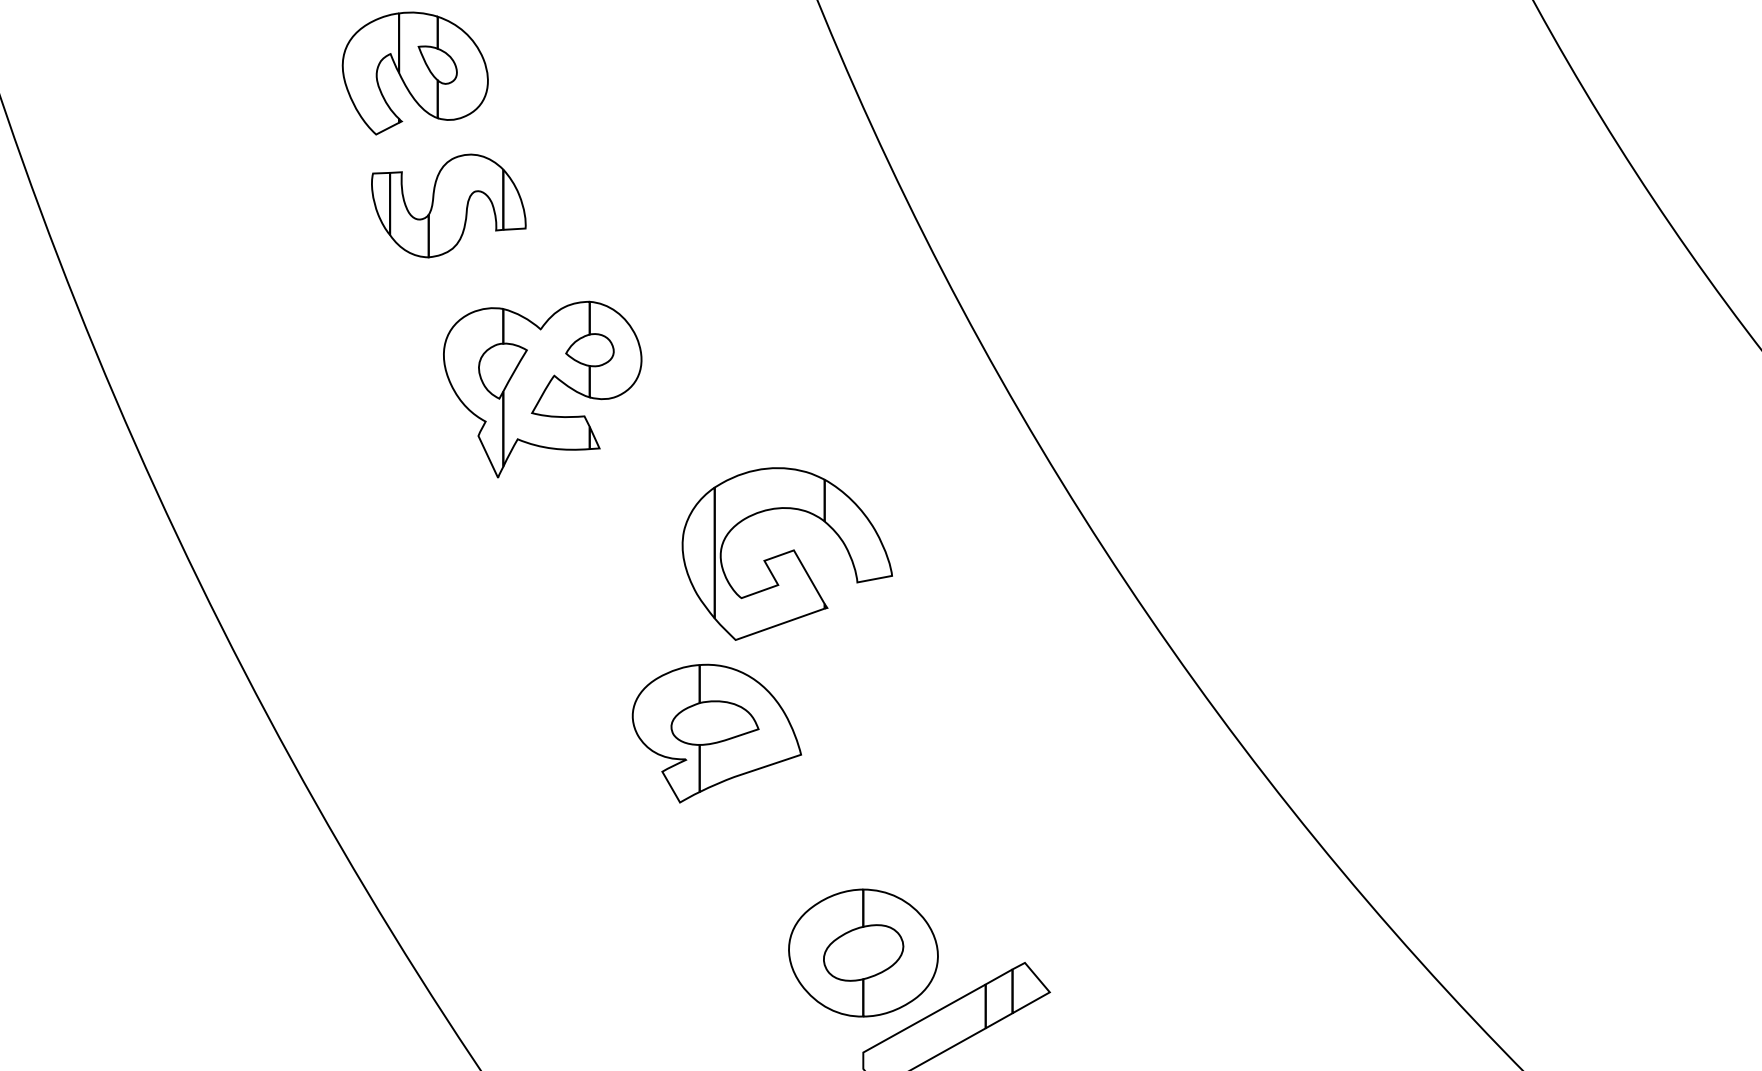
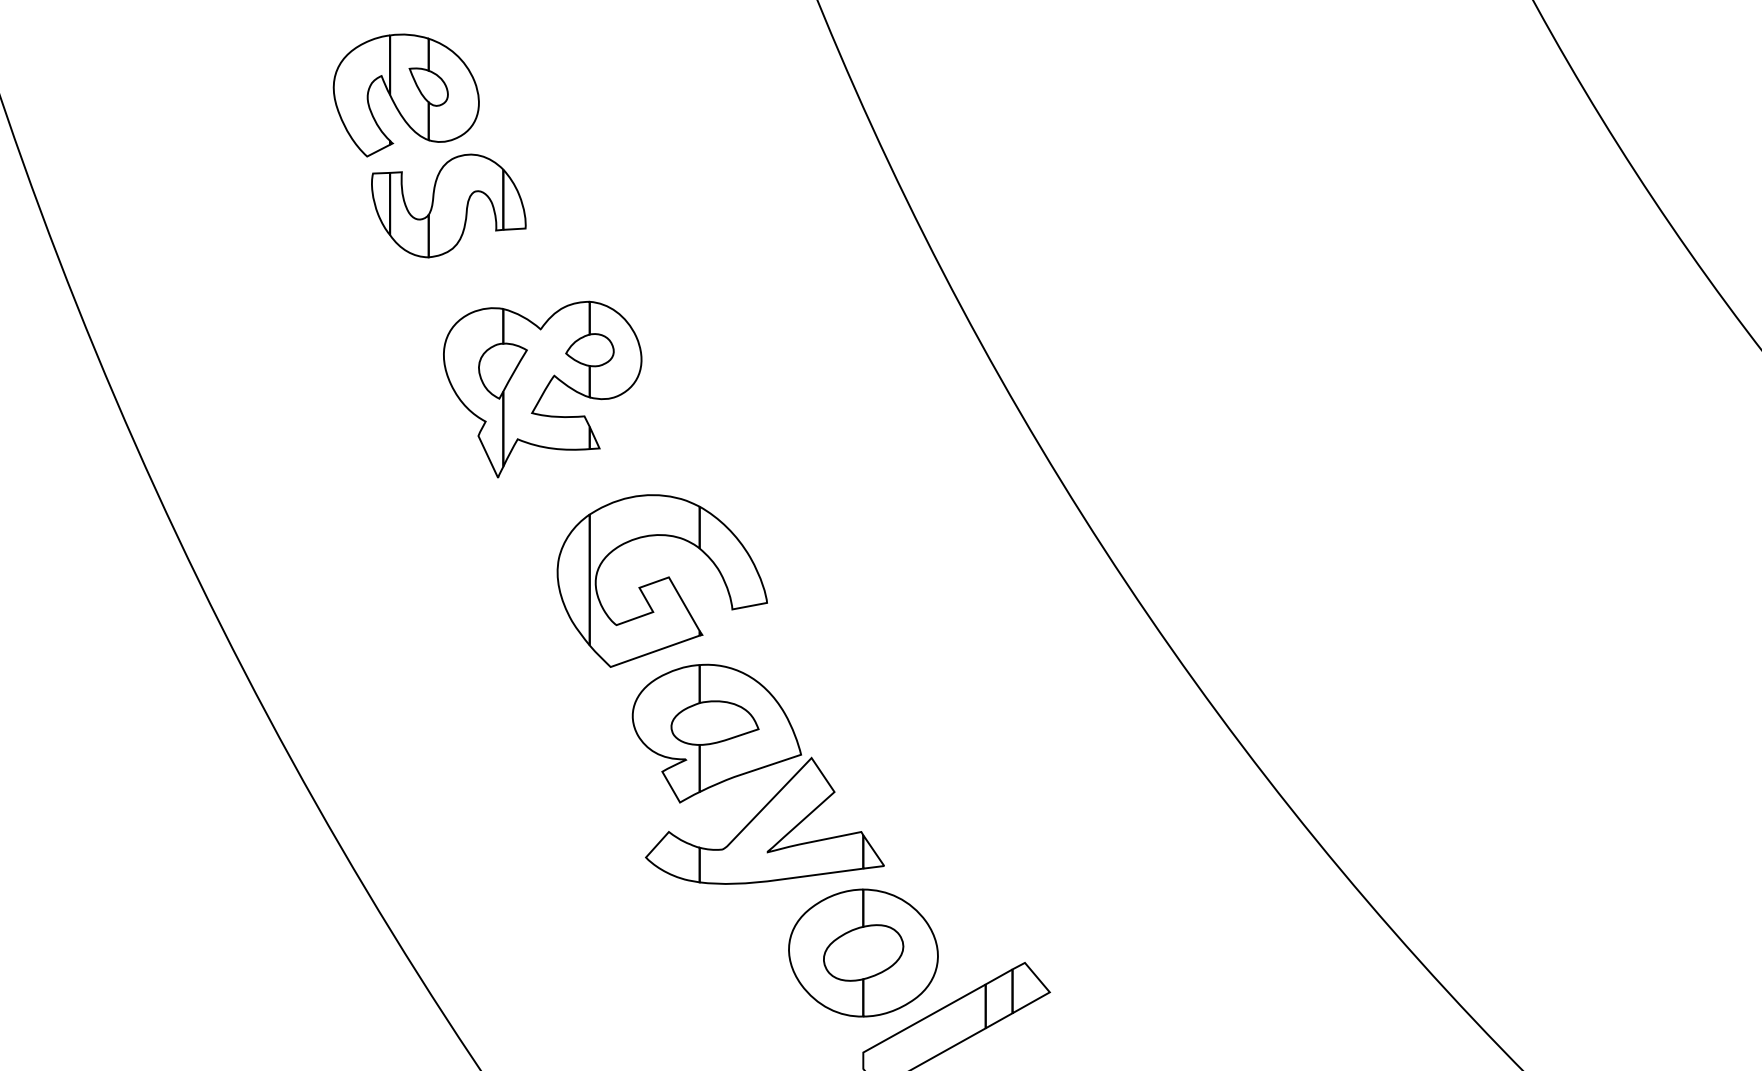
part at (414, 73) position: (414, 73) -> (405, 95)
part at (786, 553) position: (786, 553) -> (661, 580)
part at (764, 820): none -> present
